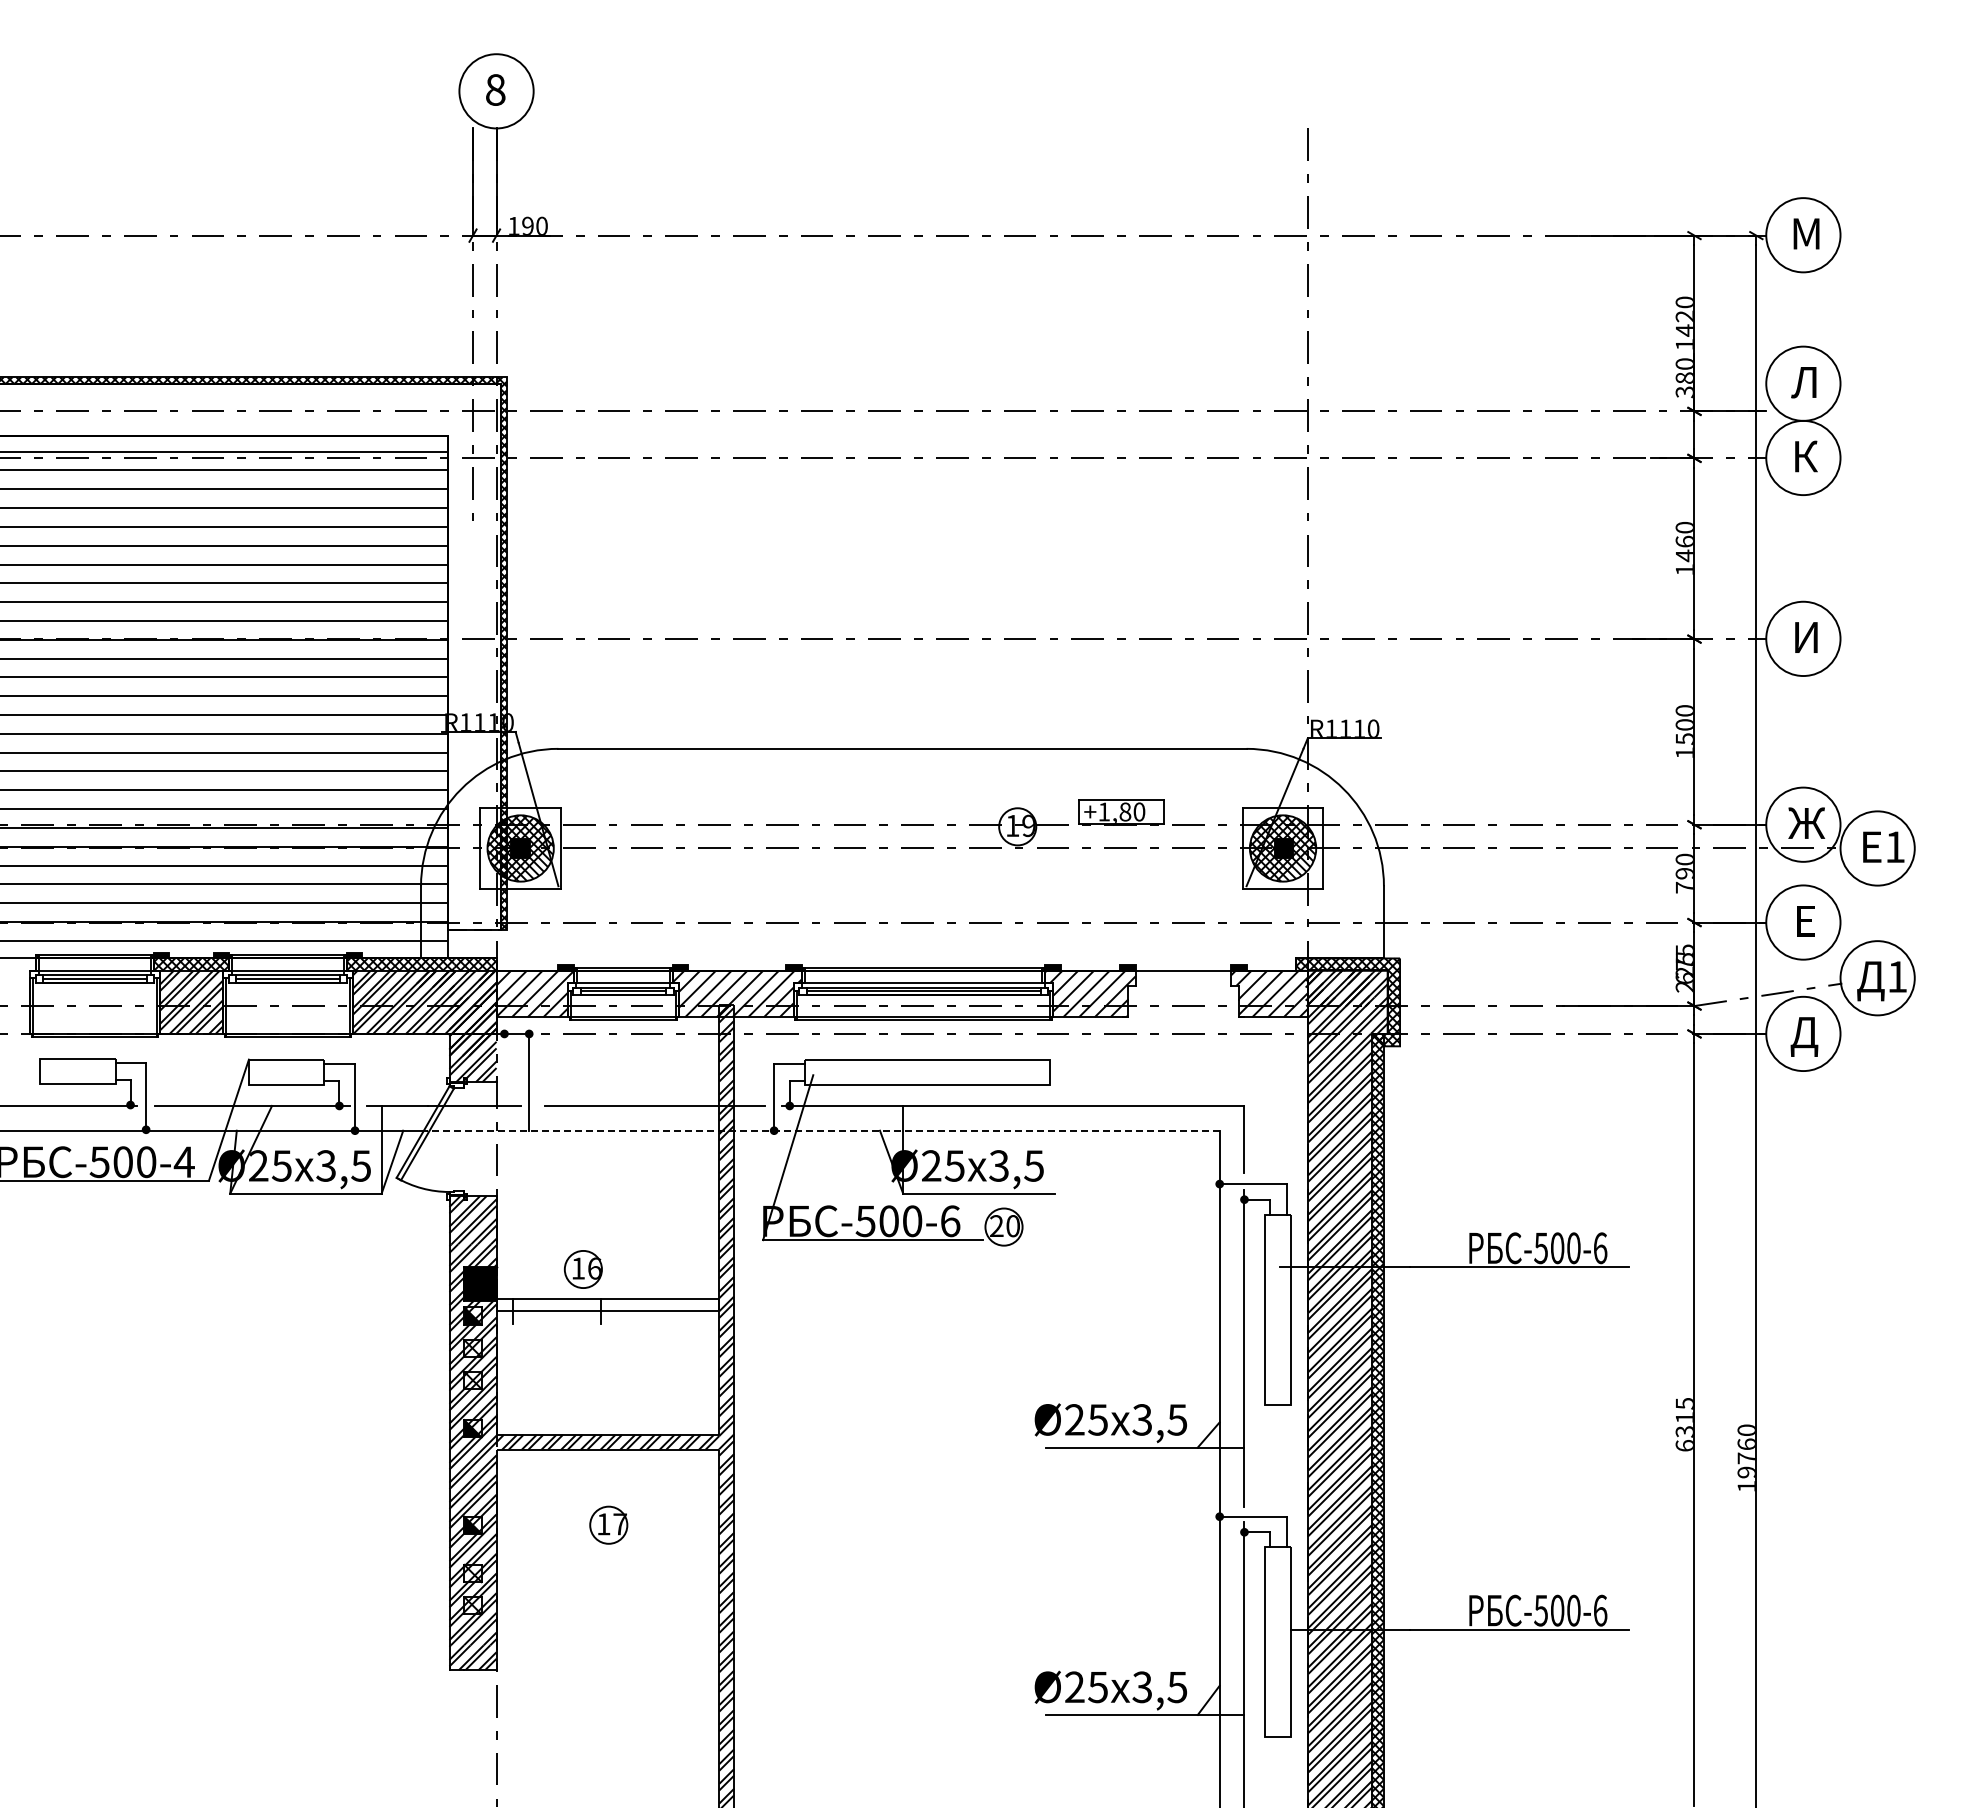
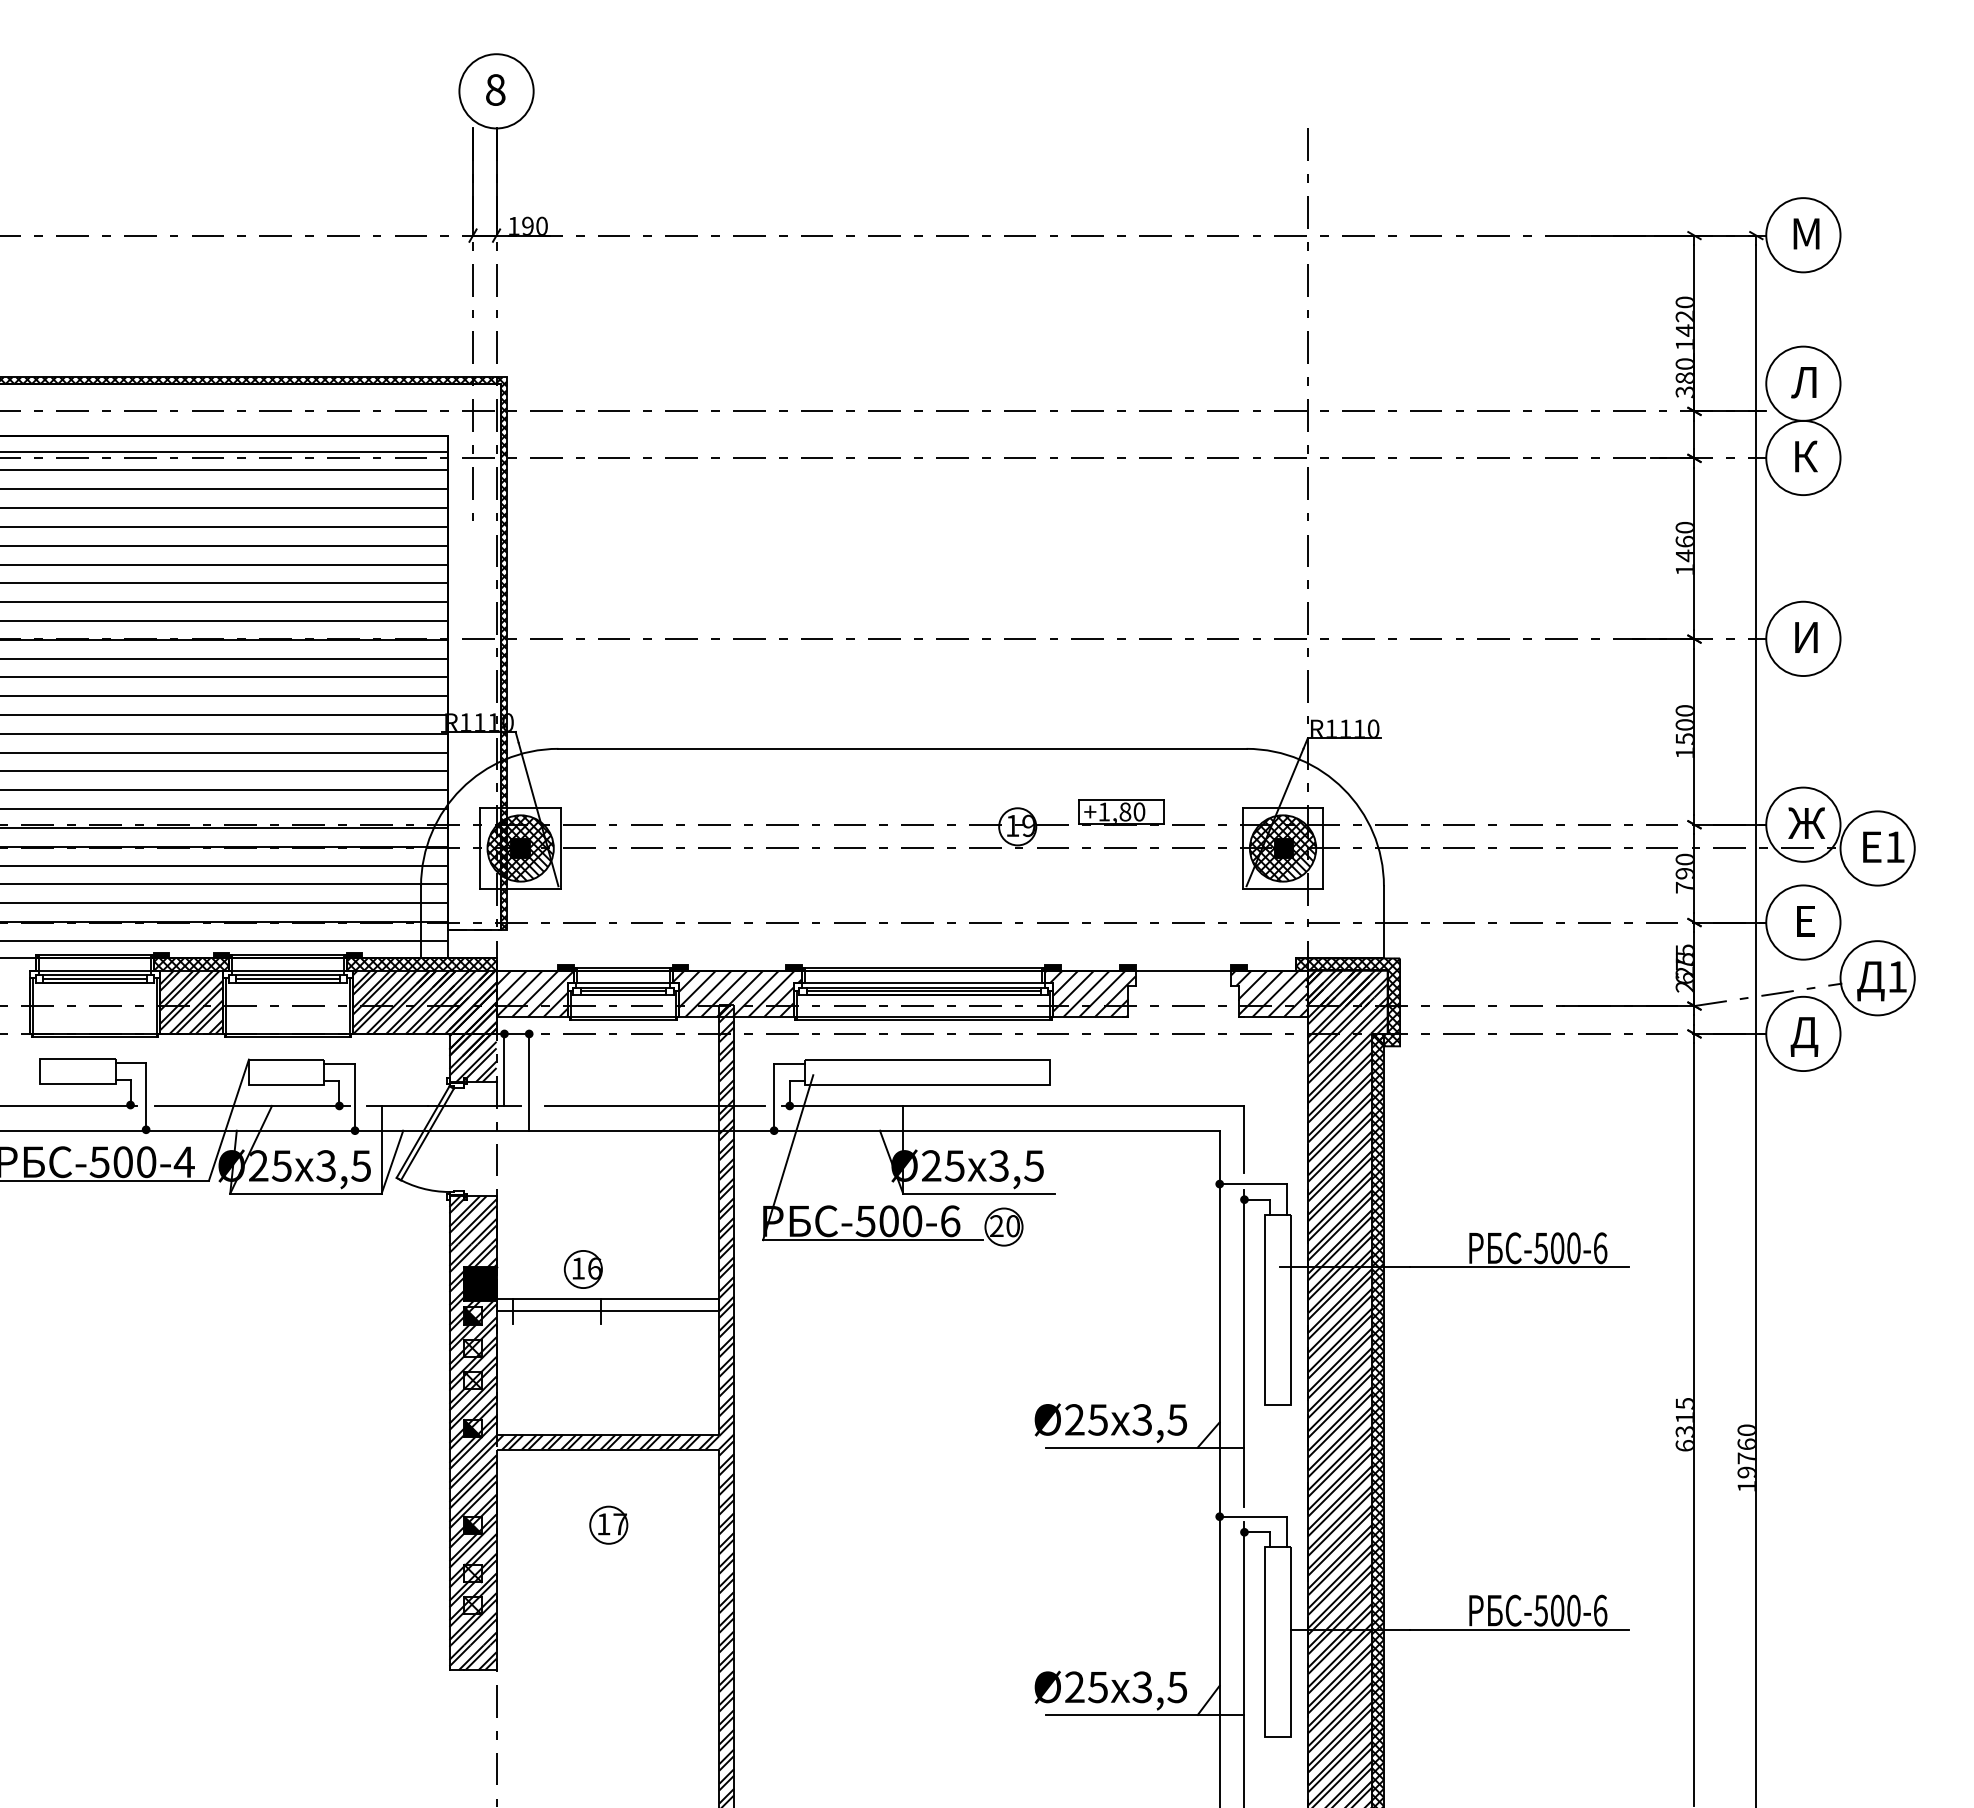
line at (504, 1069): none -> present
line at (822, 1130): dashed -> solid
